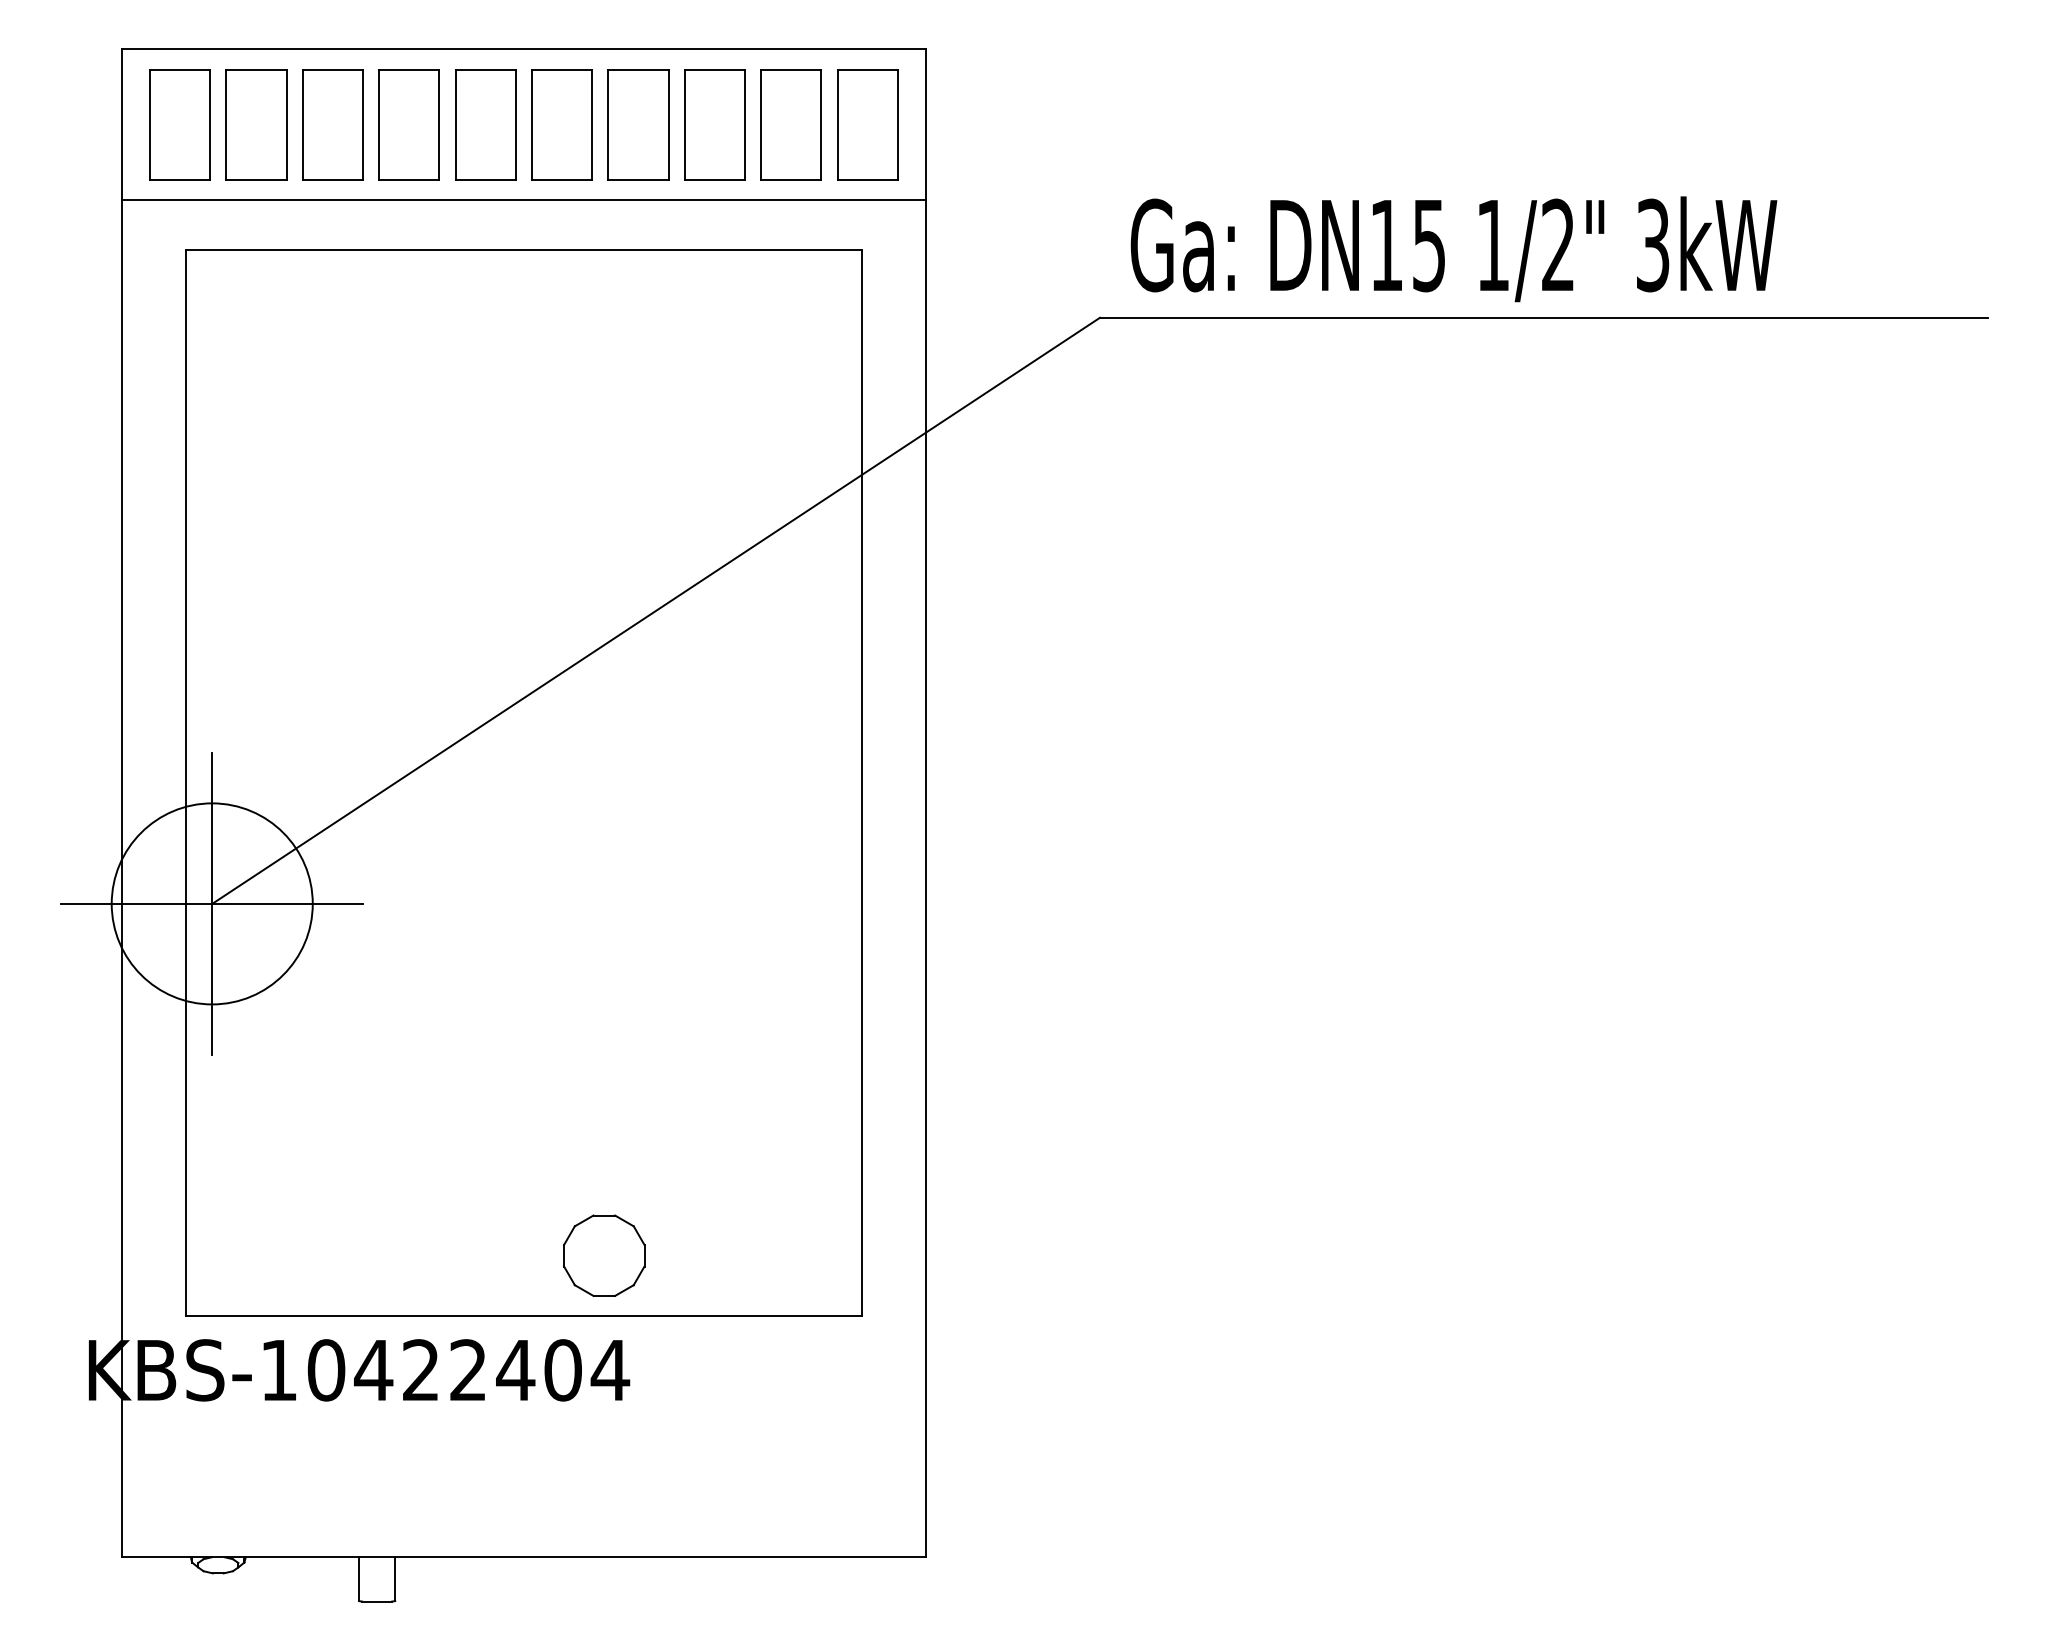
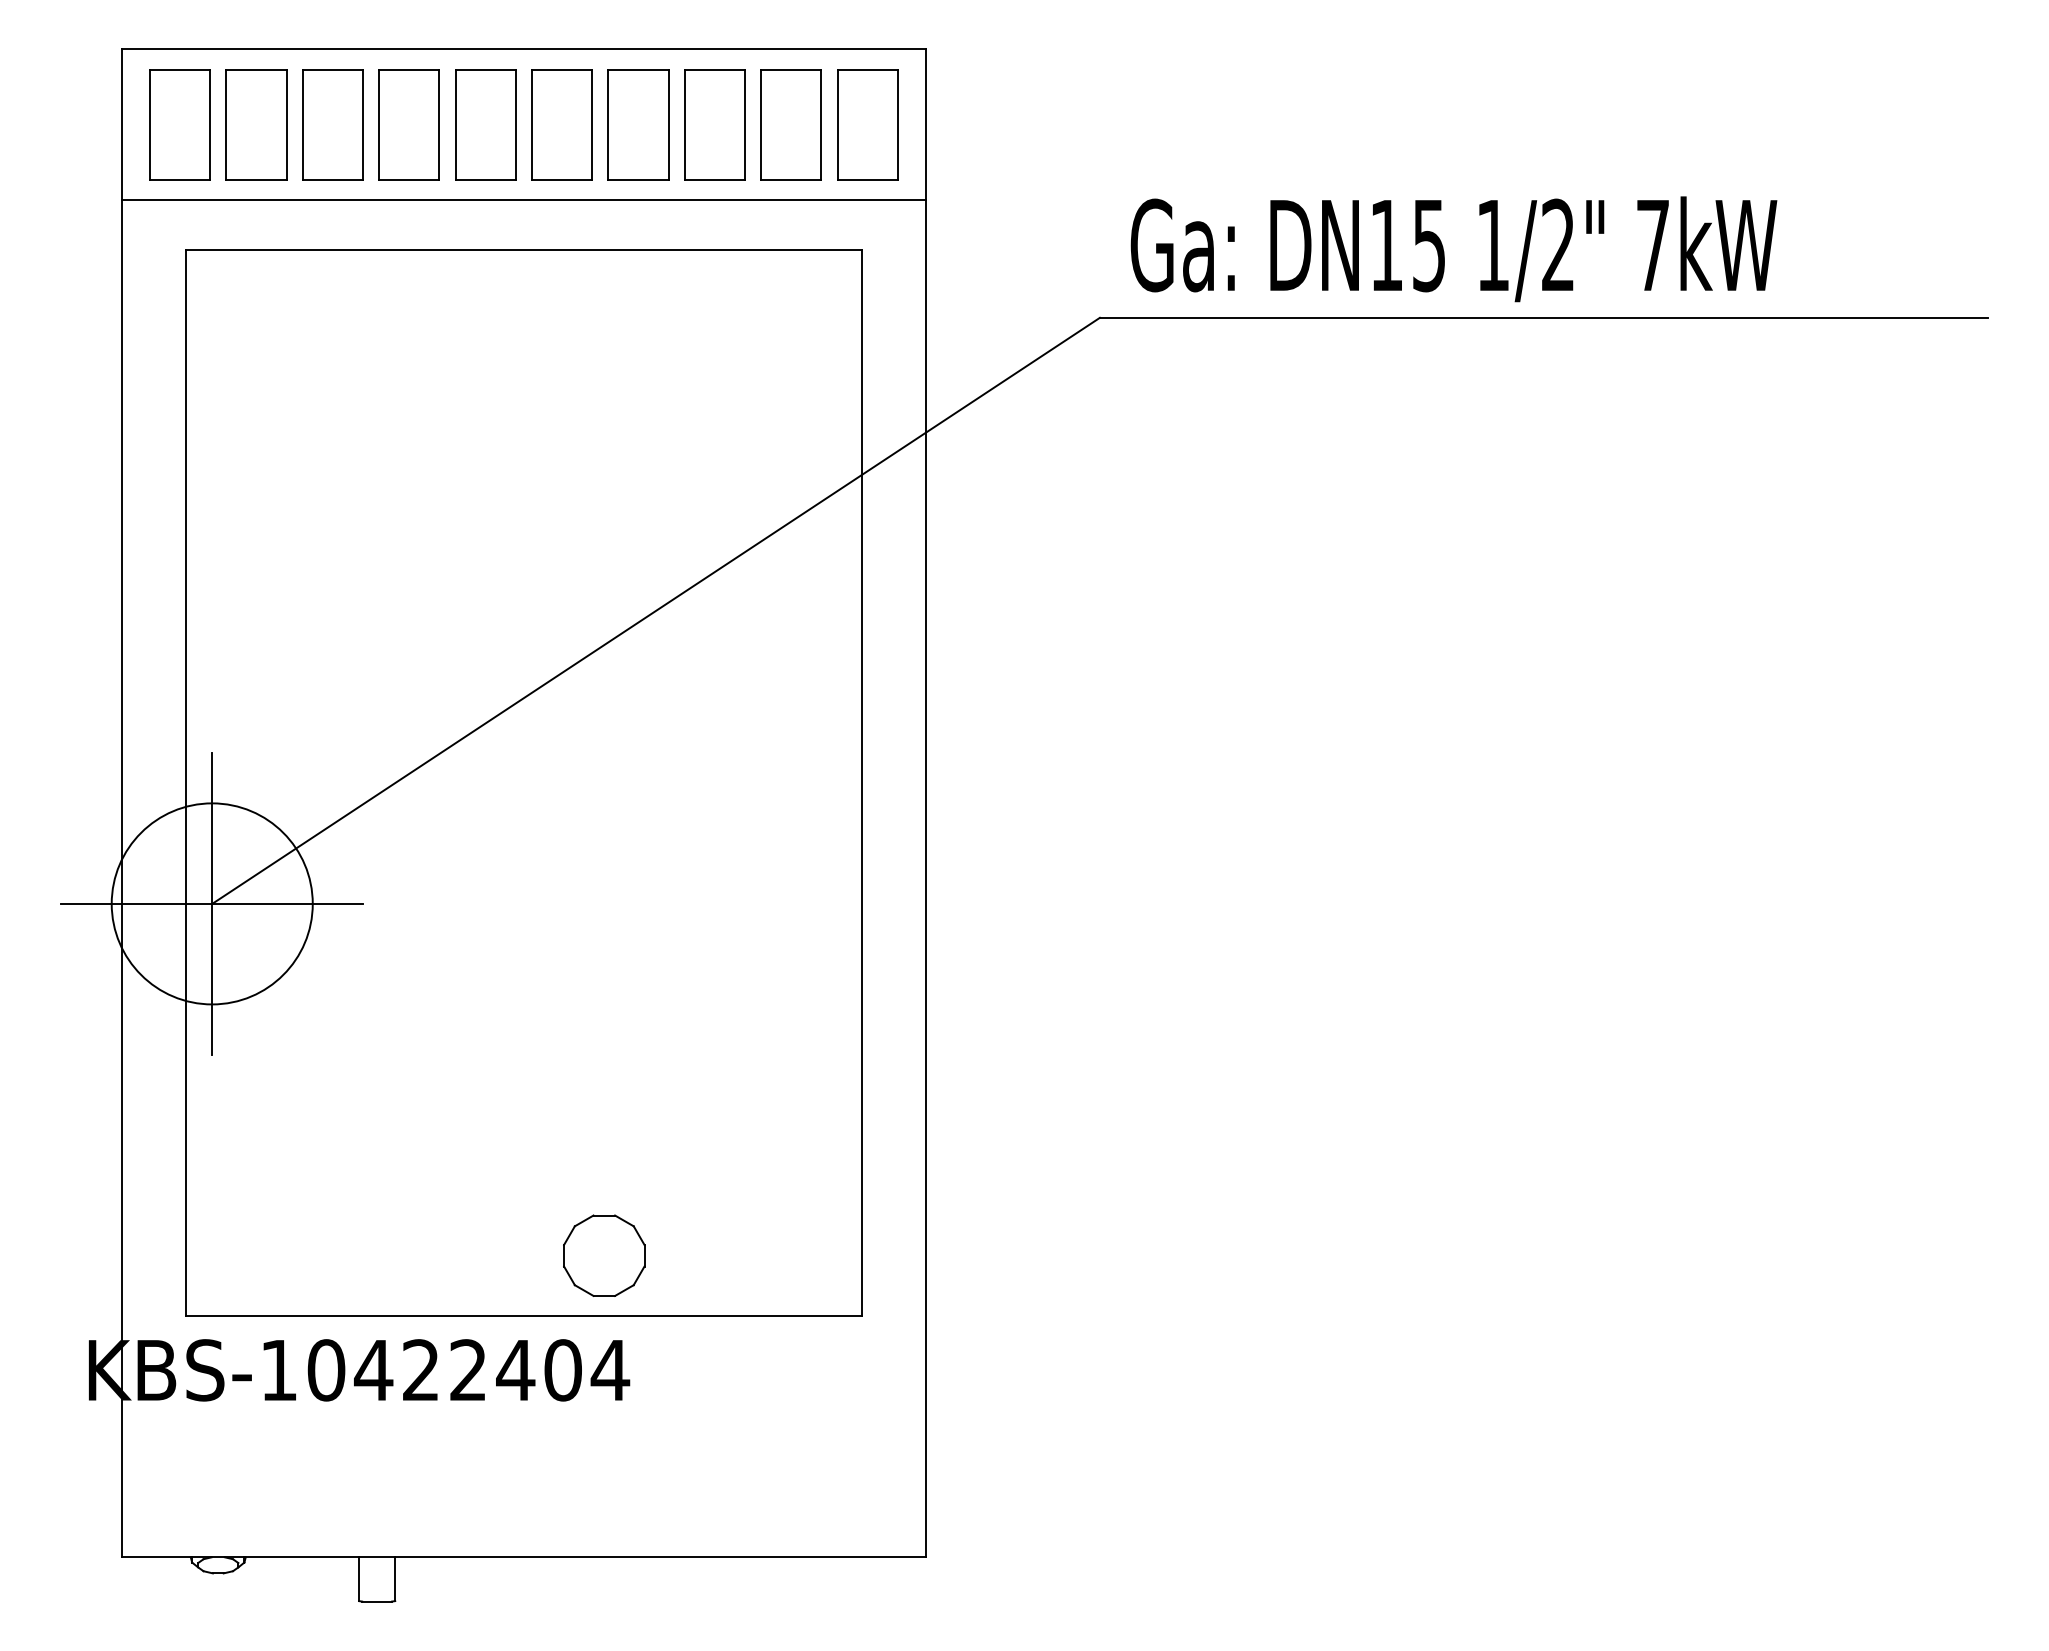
text at (1653, 245): 3kW -> 7kW
